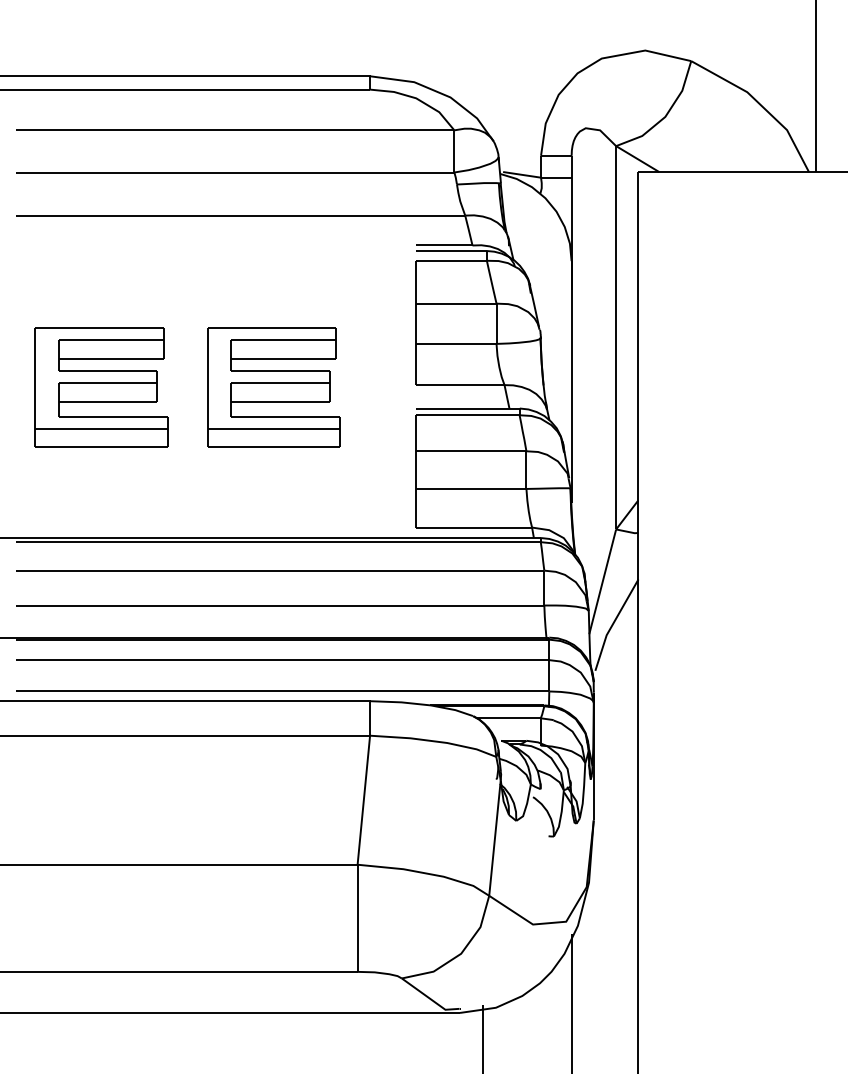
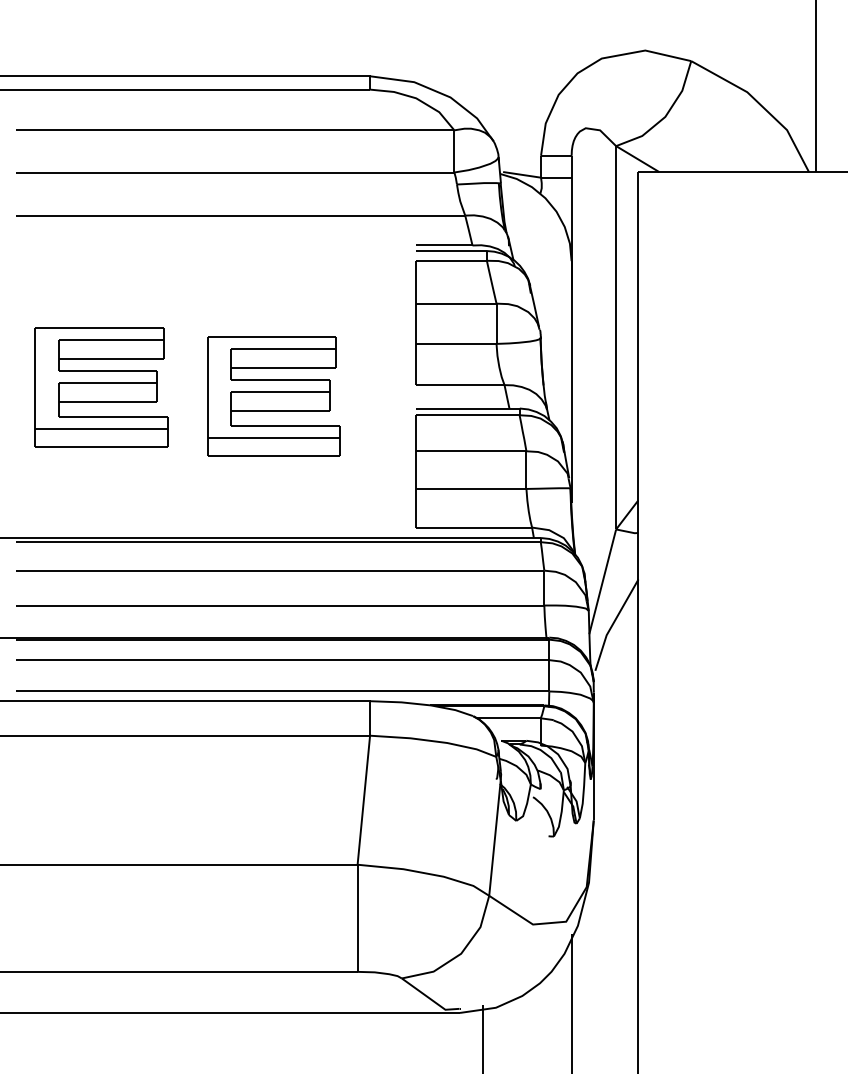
part at (273, 387) position: (273, 387) -> (273, 396)
